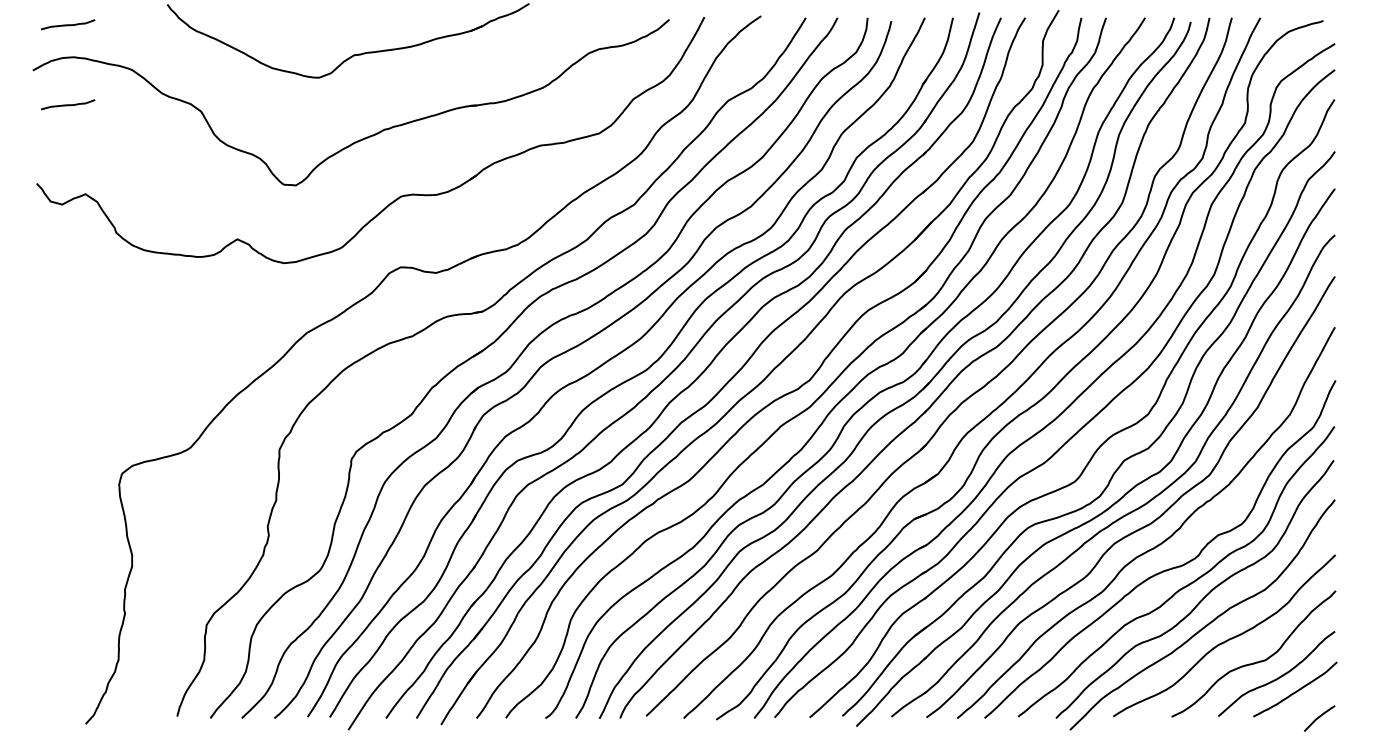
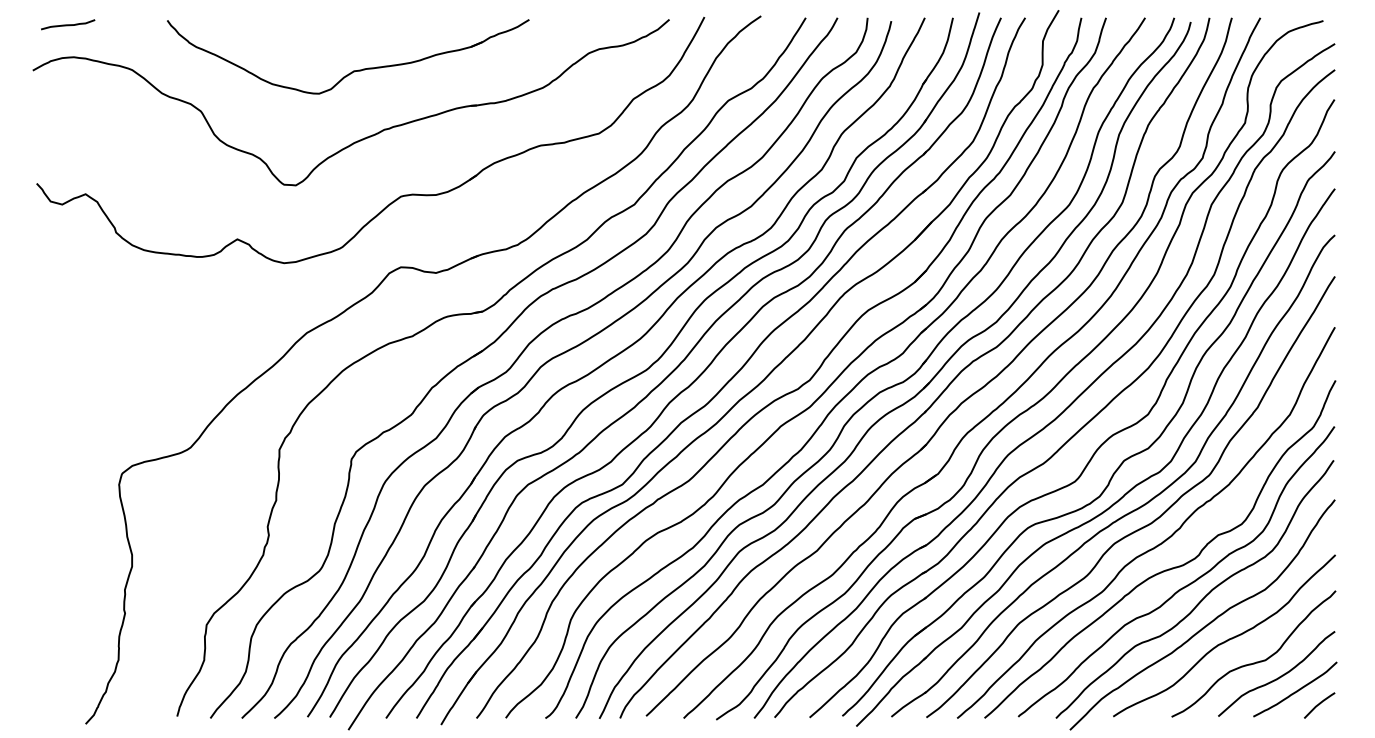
part at (353, 54) position: (353, 54) -> (353, 70)
curve at (68, 104): present -> none
line at (1319, 718) position: (1319, 718) -> (1319, 705)
